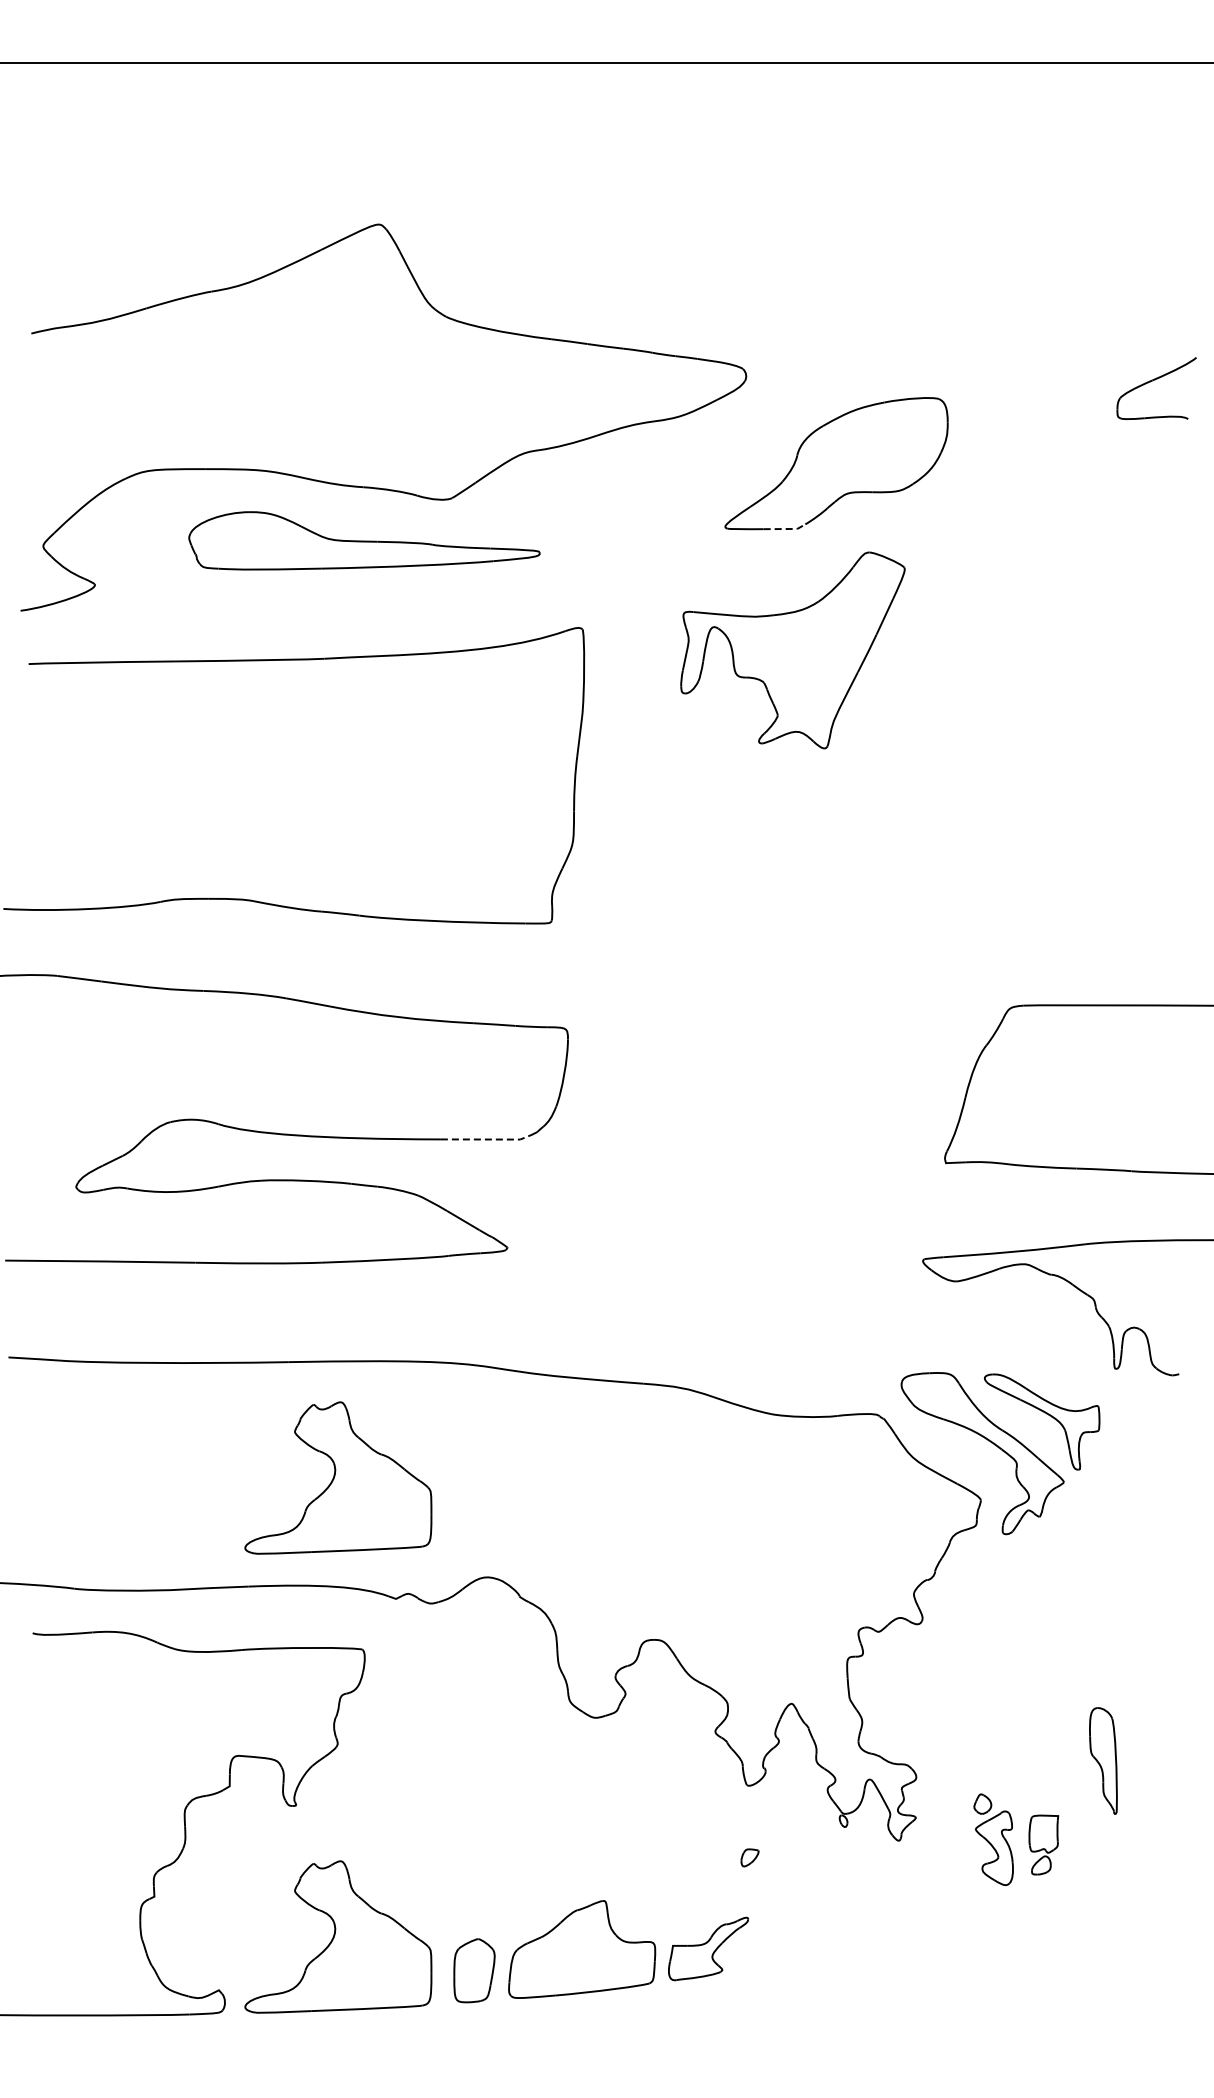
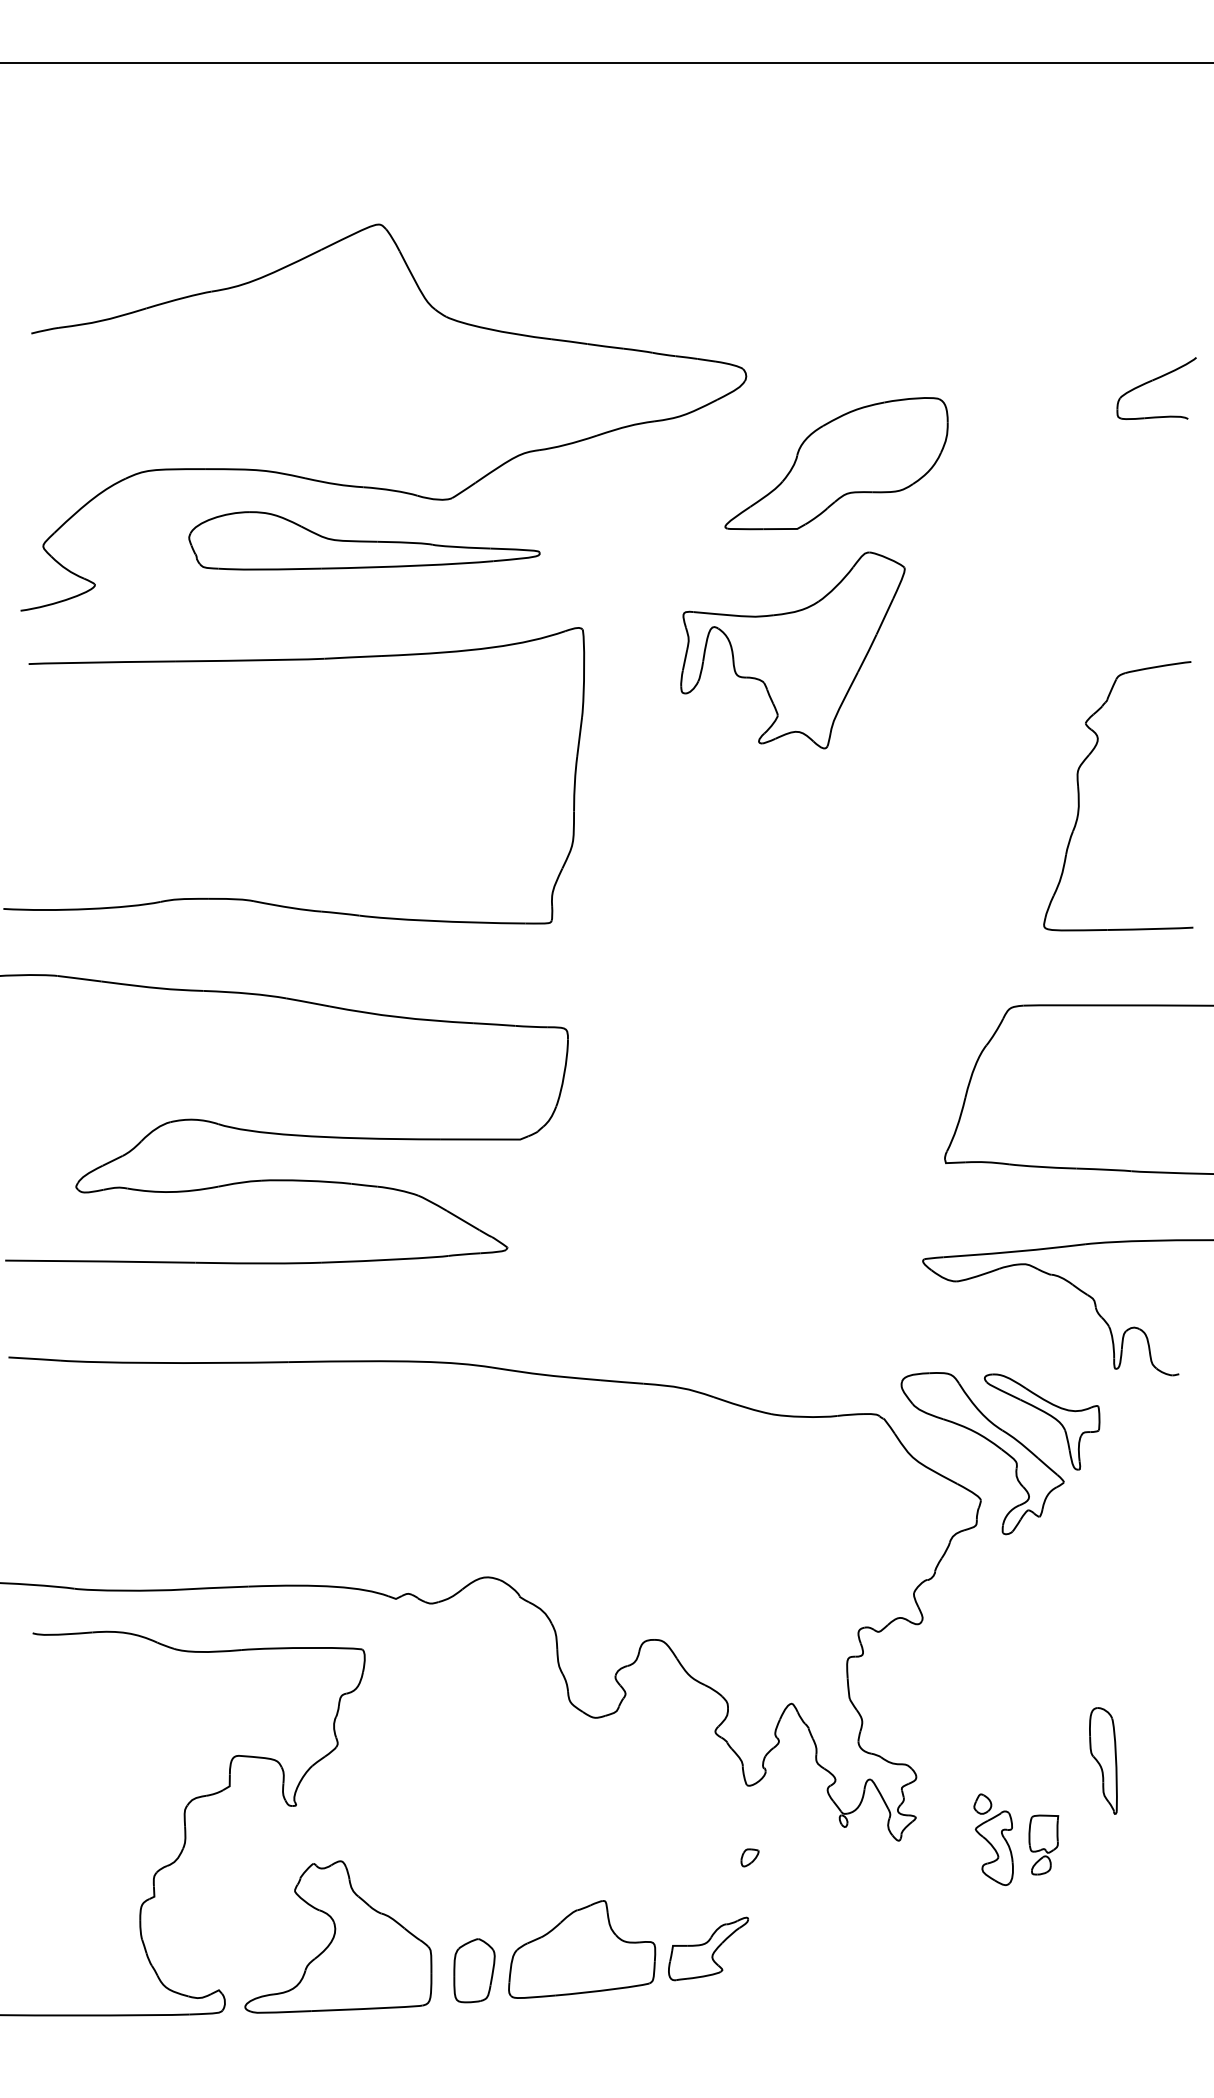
line at (786, 529): dashed -> solid
part at (1079, 796): none -> present
line at (485, 1139): dashed -> solid
part at (338, 1477): present -> none
